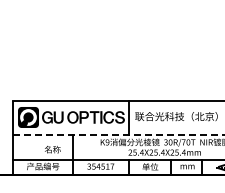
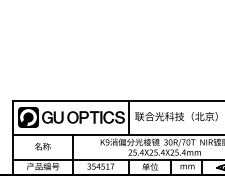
line at (118, 134): dashed -> solid
text at (52, 149) position: (52, 149) -> (42, 146)
